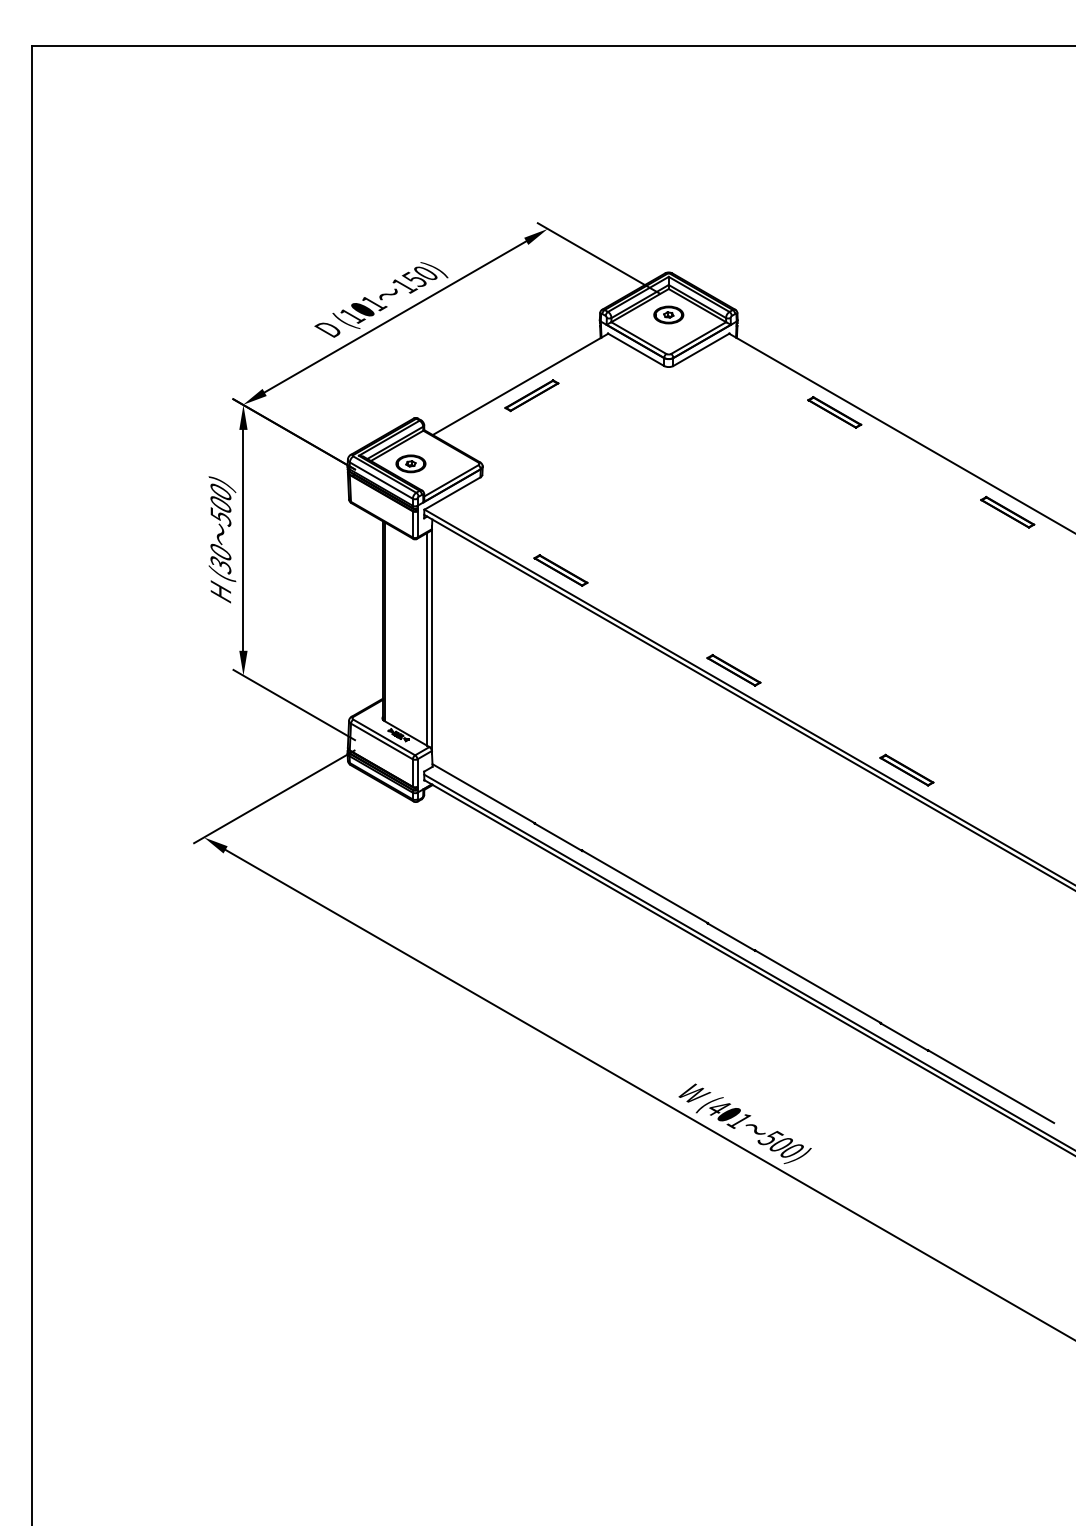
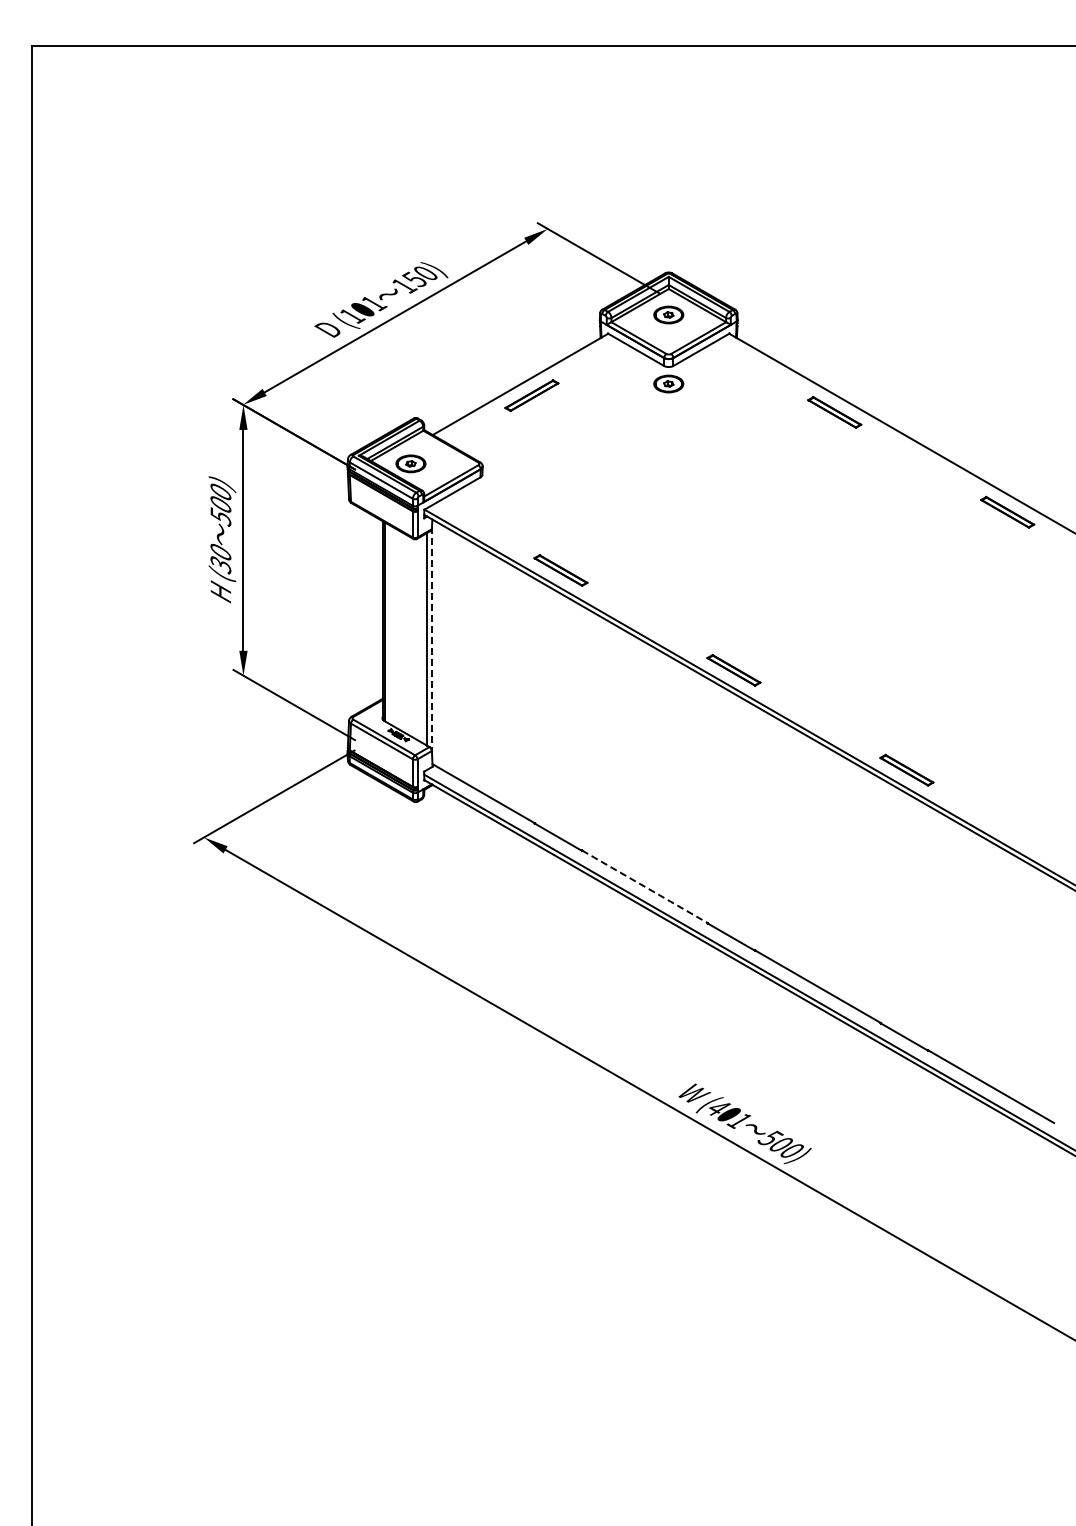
part at (668, 383): none -> present
line at (432, 639): solid -> dashed
line at (645, 886): solid -> dashed
